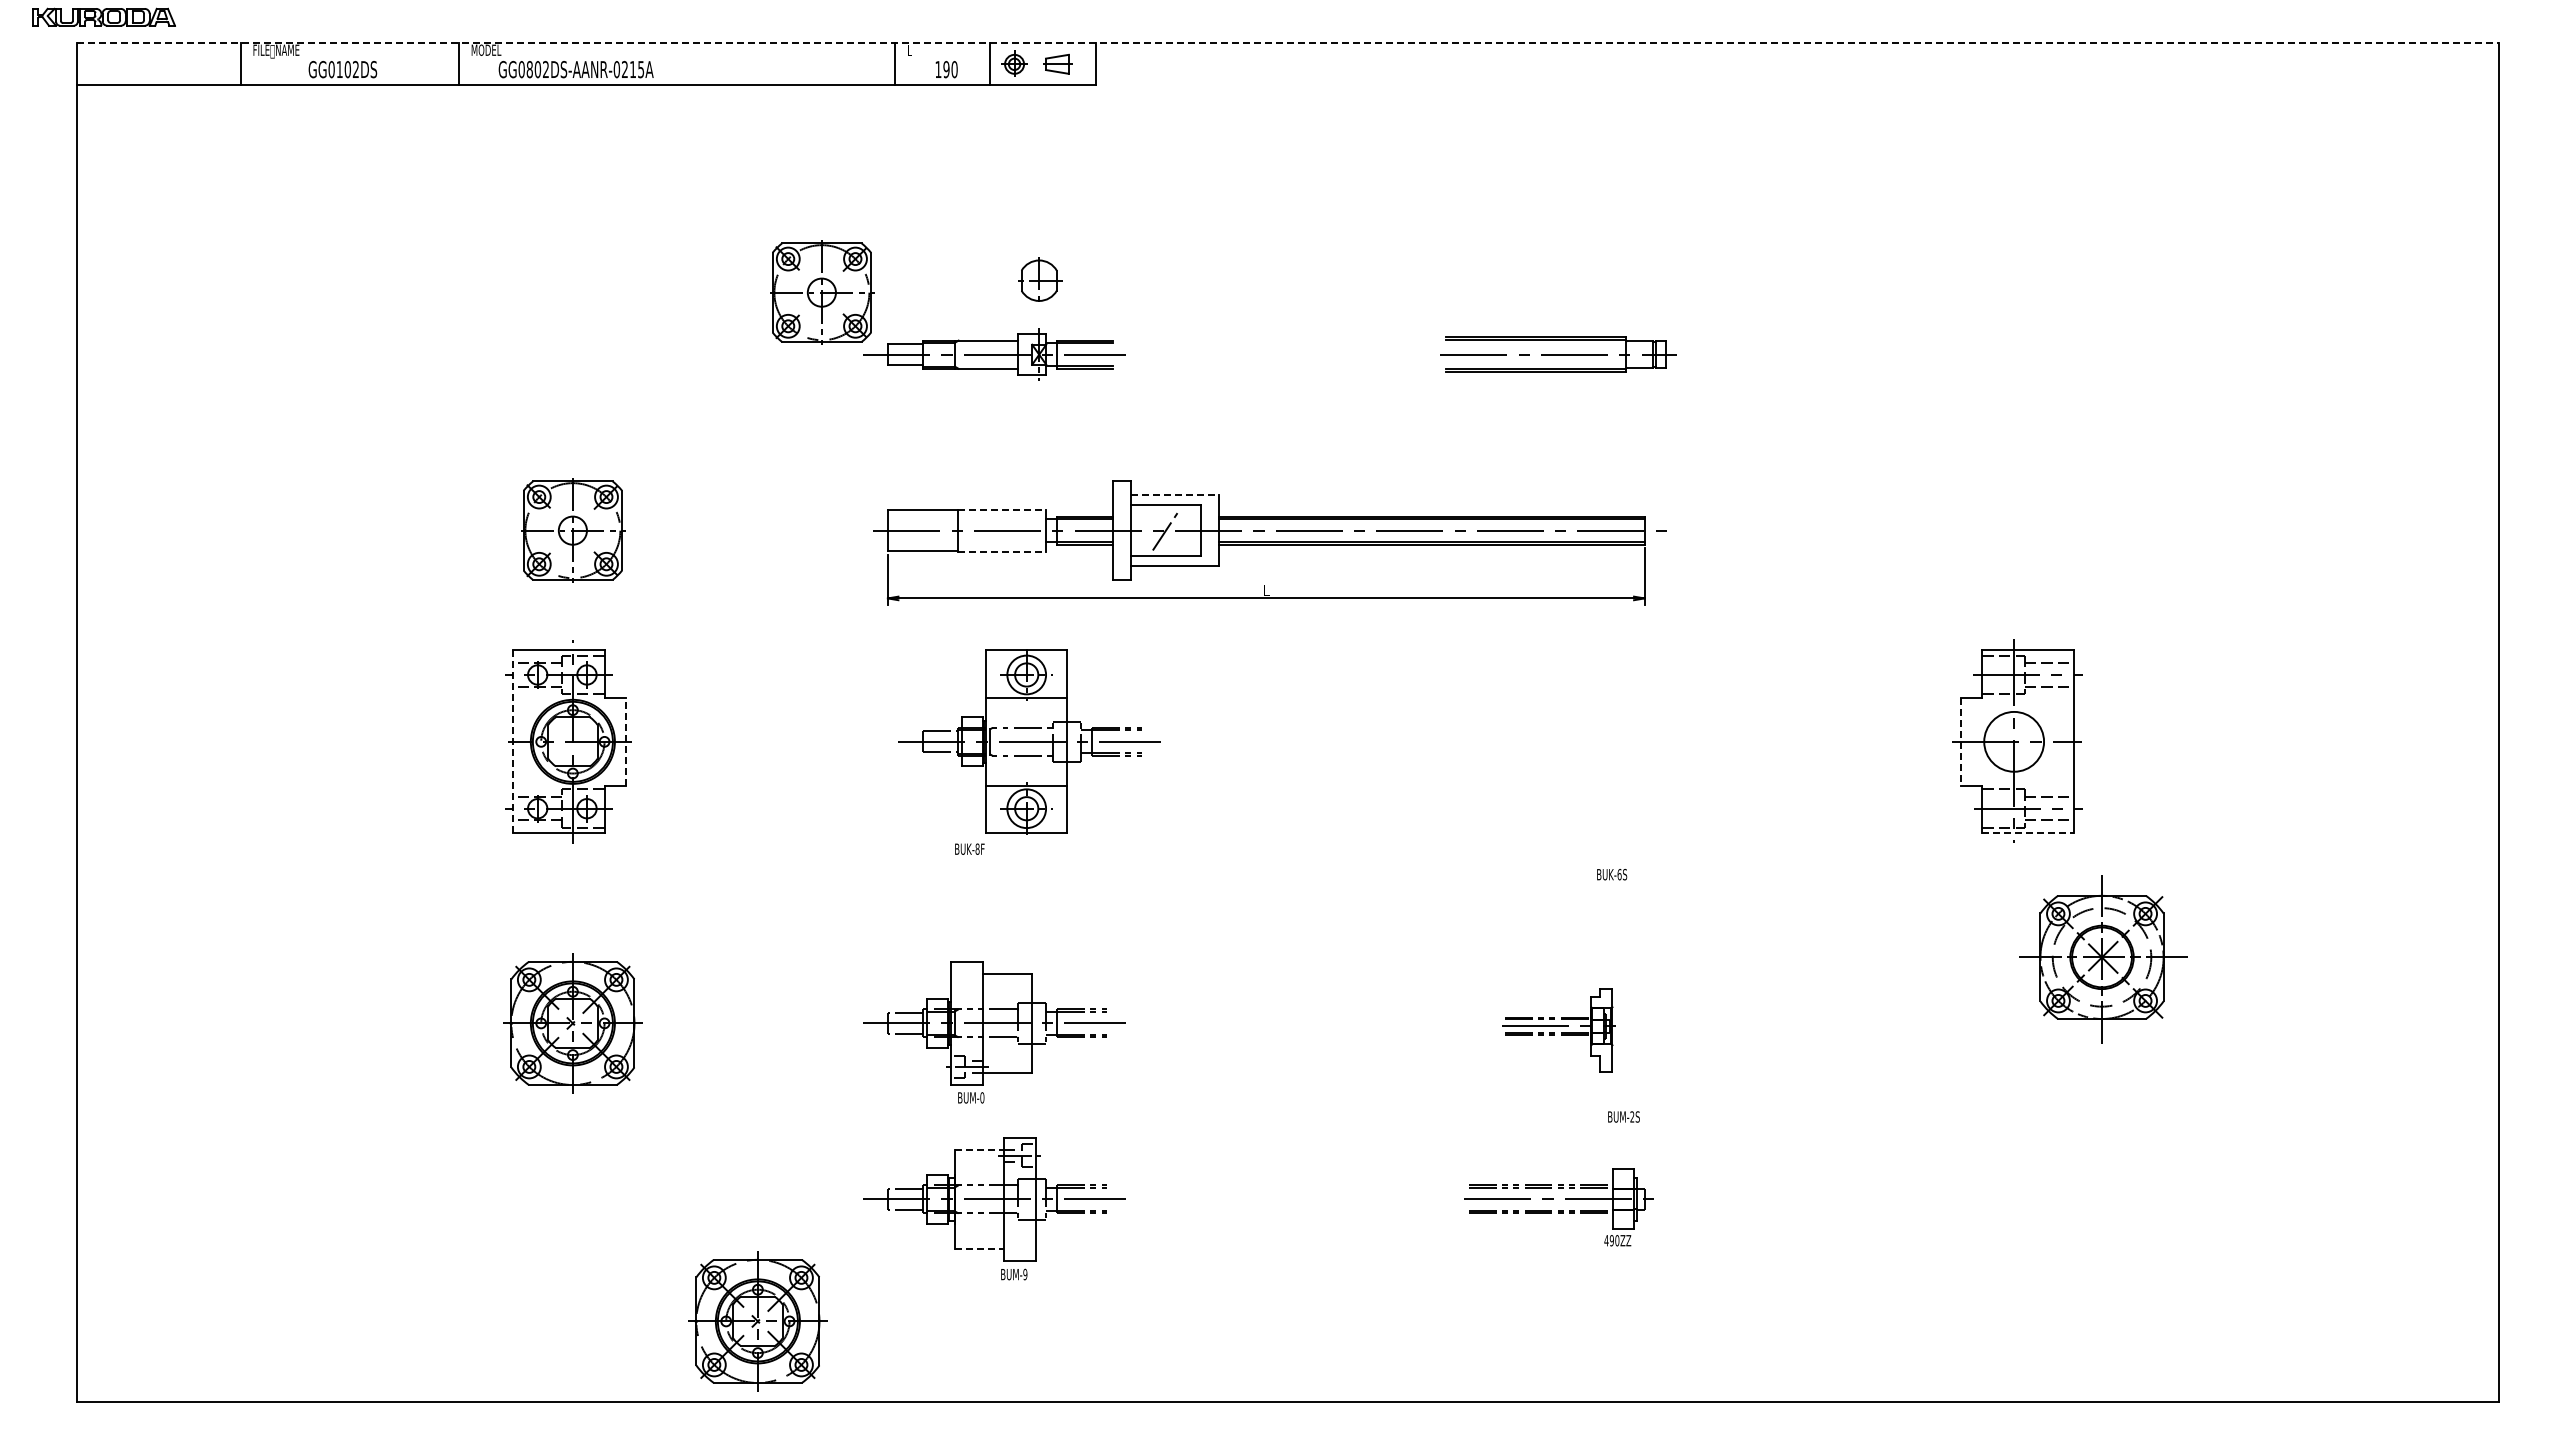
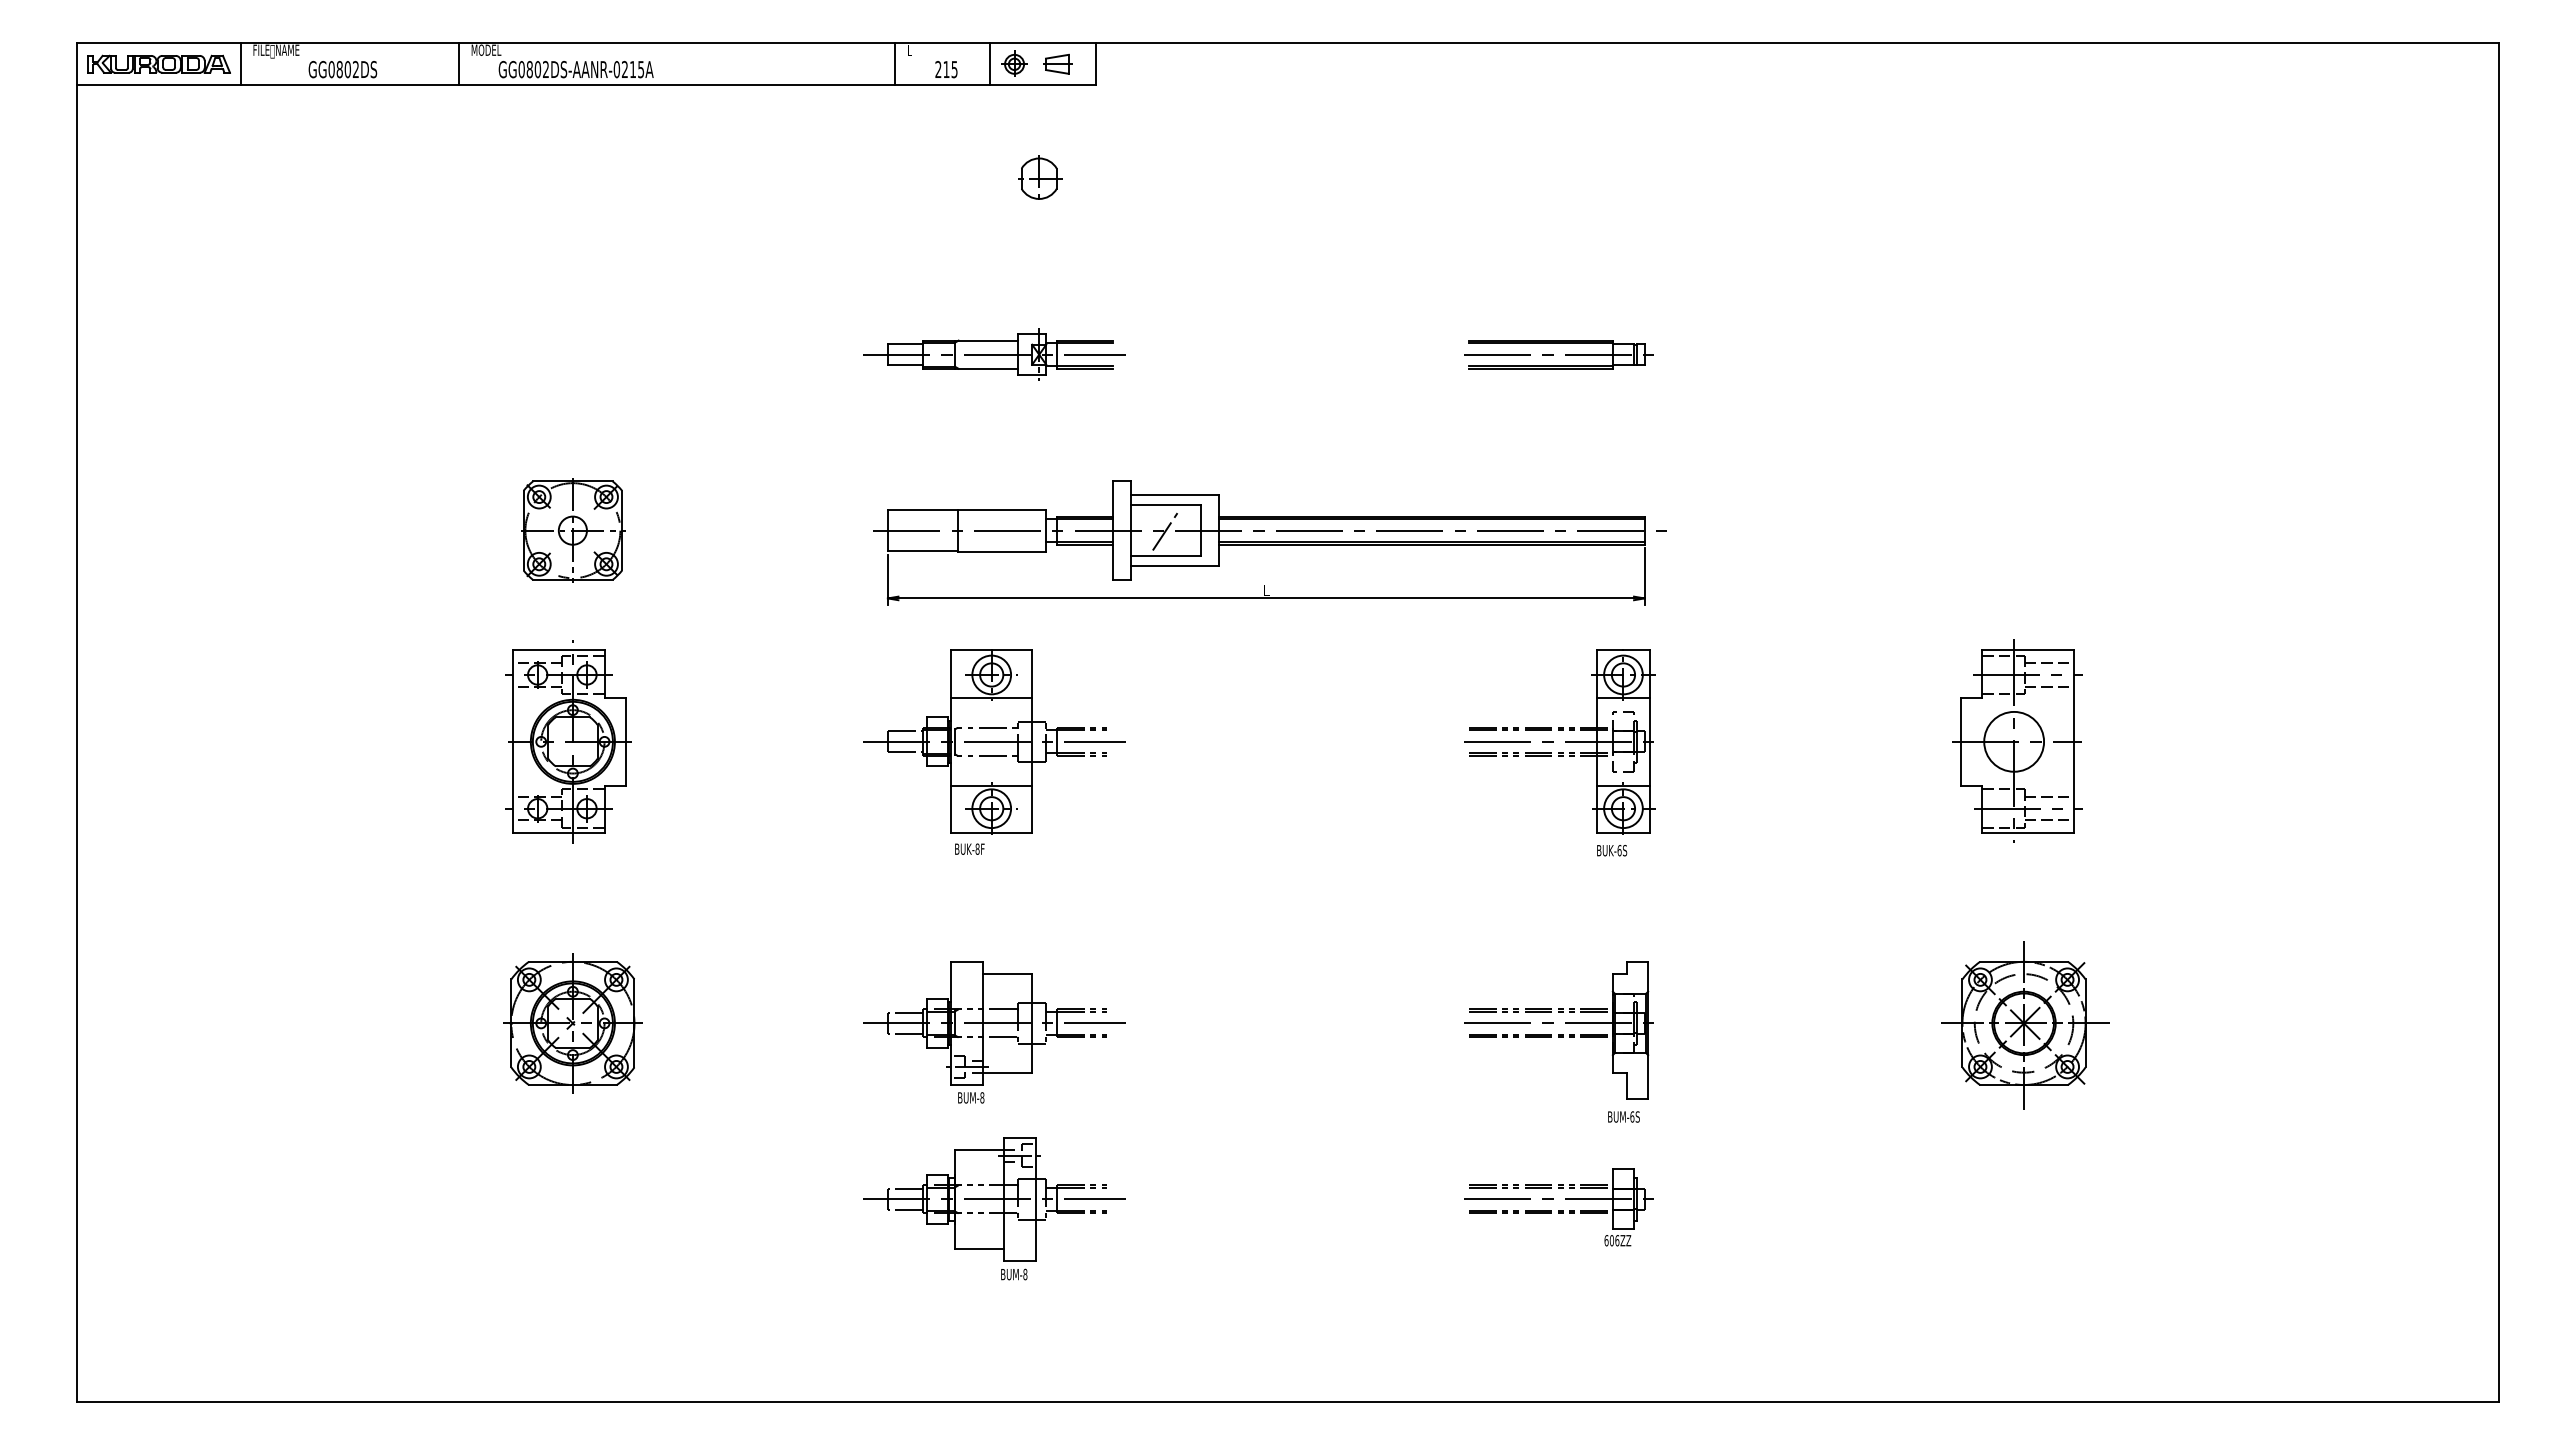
part at (103, 16) position: (103, 16) -> (158, 63)
line at (1288, 43): dashed -> solid
text at (339, 69): GG0102DS -> GG0802DS
text at (946, 69): 190 -> 215
part at (1040, 279) position: (1040, 279) -> (1040, 177)
part at (822, 292): present -> none
part at (1558, 354) size: 237x37 px -> 190x30 px
line at (1174, 495): dashed -> solid
line at (1002, 509): dashed -> solid
line at (1002, 551): dashed -> solid
line at (513, 741): dashed -> solid
line at (625, 741): dashed -> solid
part at (1029, 741) position: (1029, 741) -> (994, 741)
part at (1559, 741): none -> present
line at (1961, 741): dashed -> solid
line at (2028, 833): dashed -> solid
text at (1612, 874) position: (1612, 874) -> (1612, 850)
part at (2103, 959) position: (2103, 959) -> (2025, 1025)
part at (1558, 1030) size: 114x85 px -> 190x139 px
text at (982, 1097): BUM-0 -> BUM-8
text at (1632, 1116): BUM-2S -> BUM-6S
line at (979, 1150): dashed -> solid
text at (1611, 1240): 490ZZ -> 606ZZ
line at (979, 1248): dashed -> solid
text at (1025, 1274): BUM-9 -> BUM-8
part at (757, 1321): present -> none
